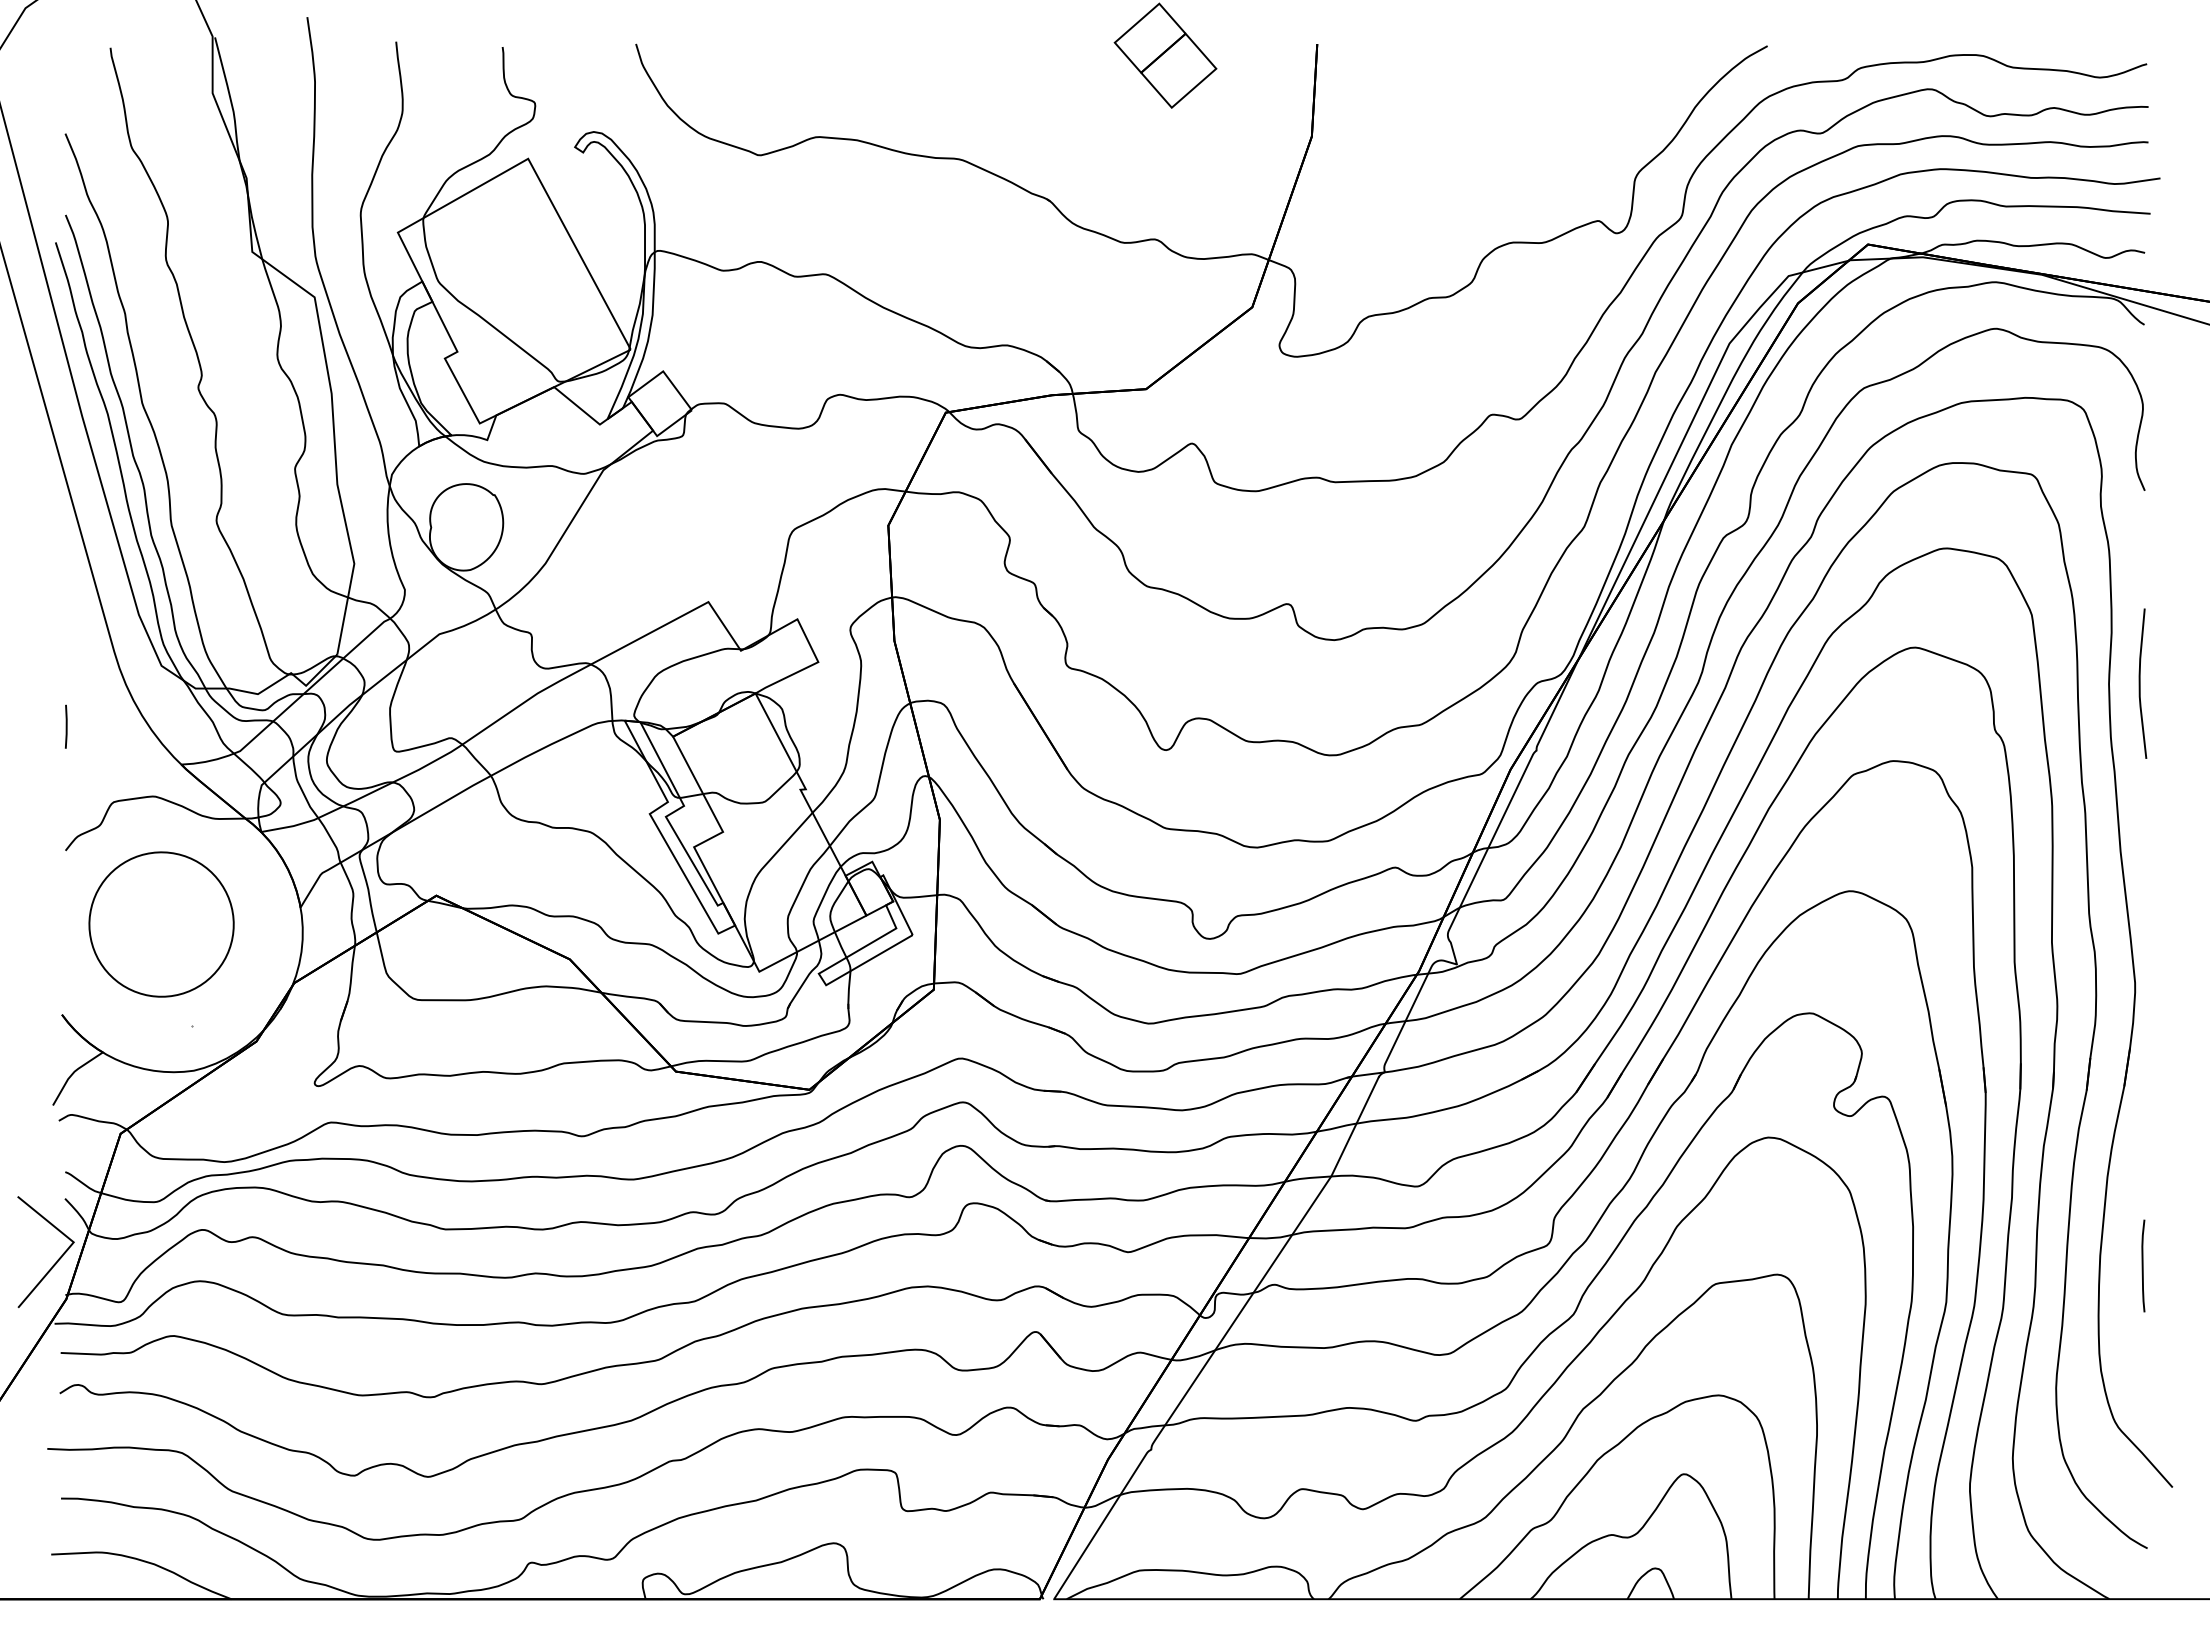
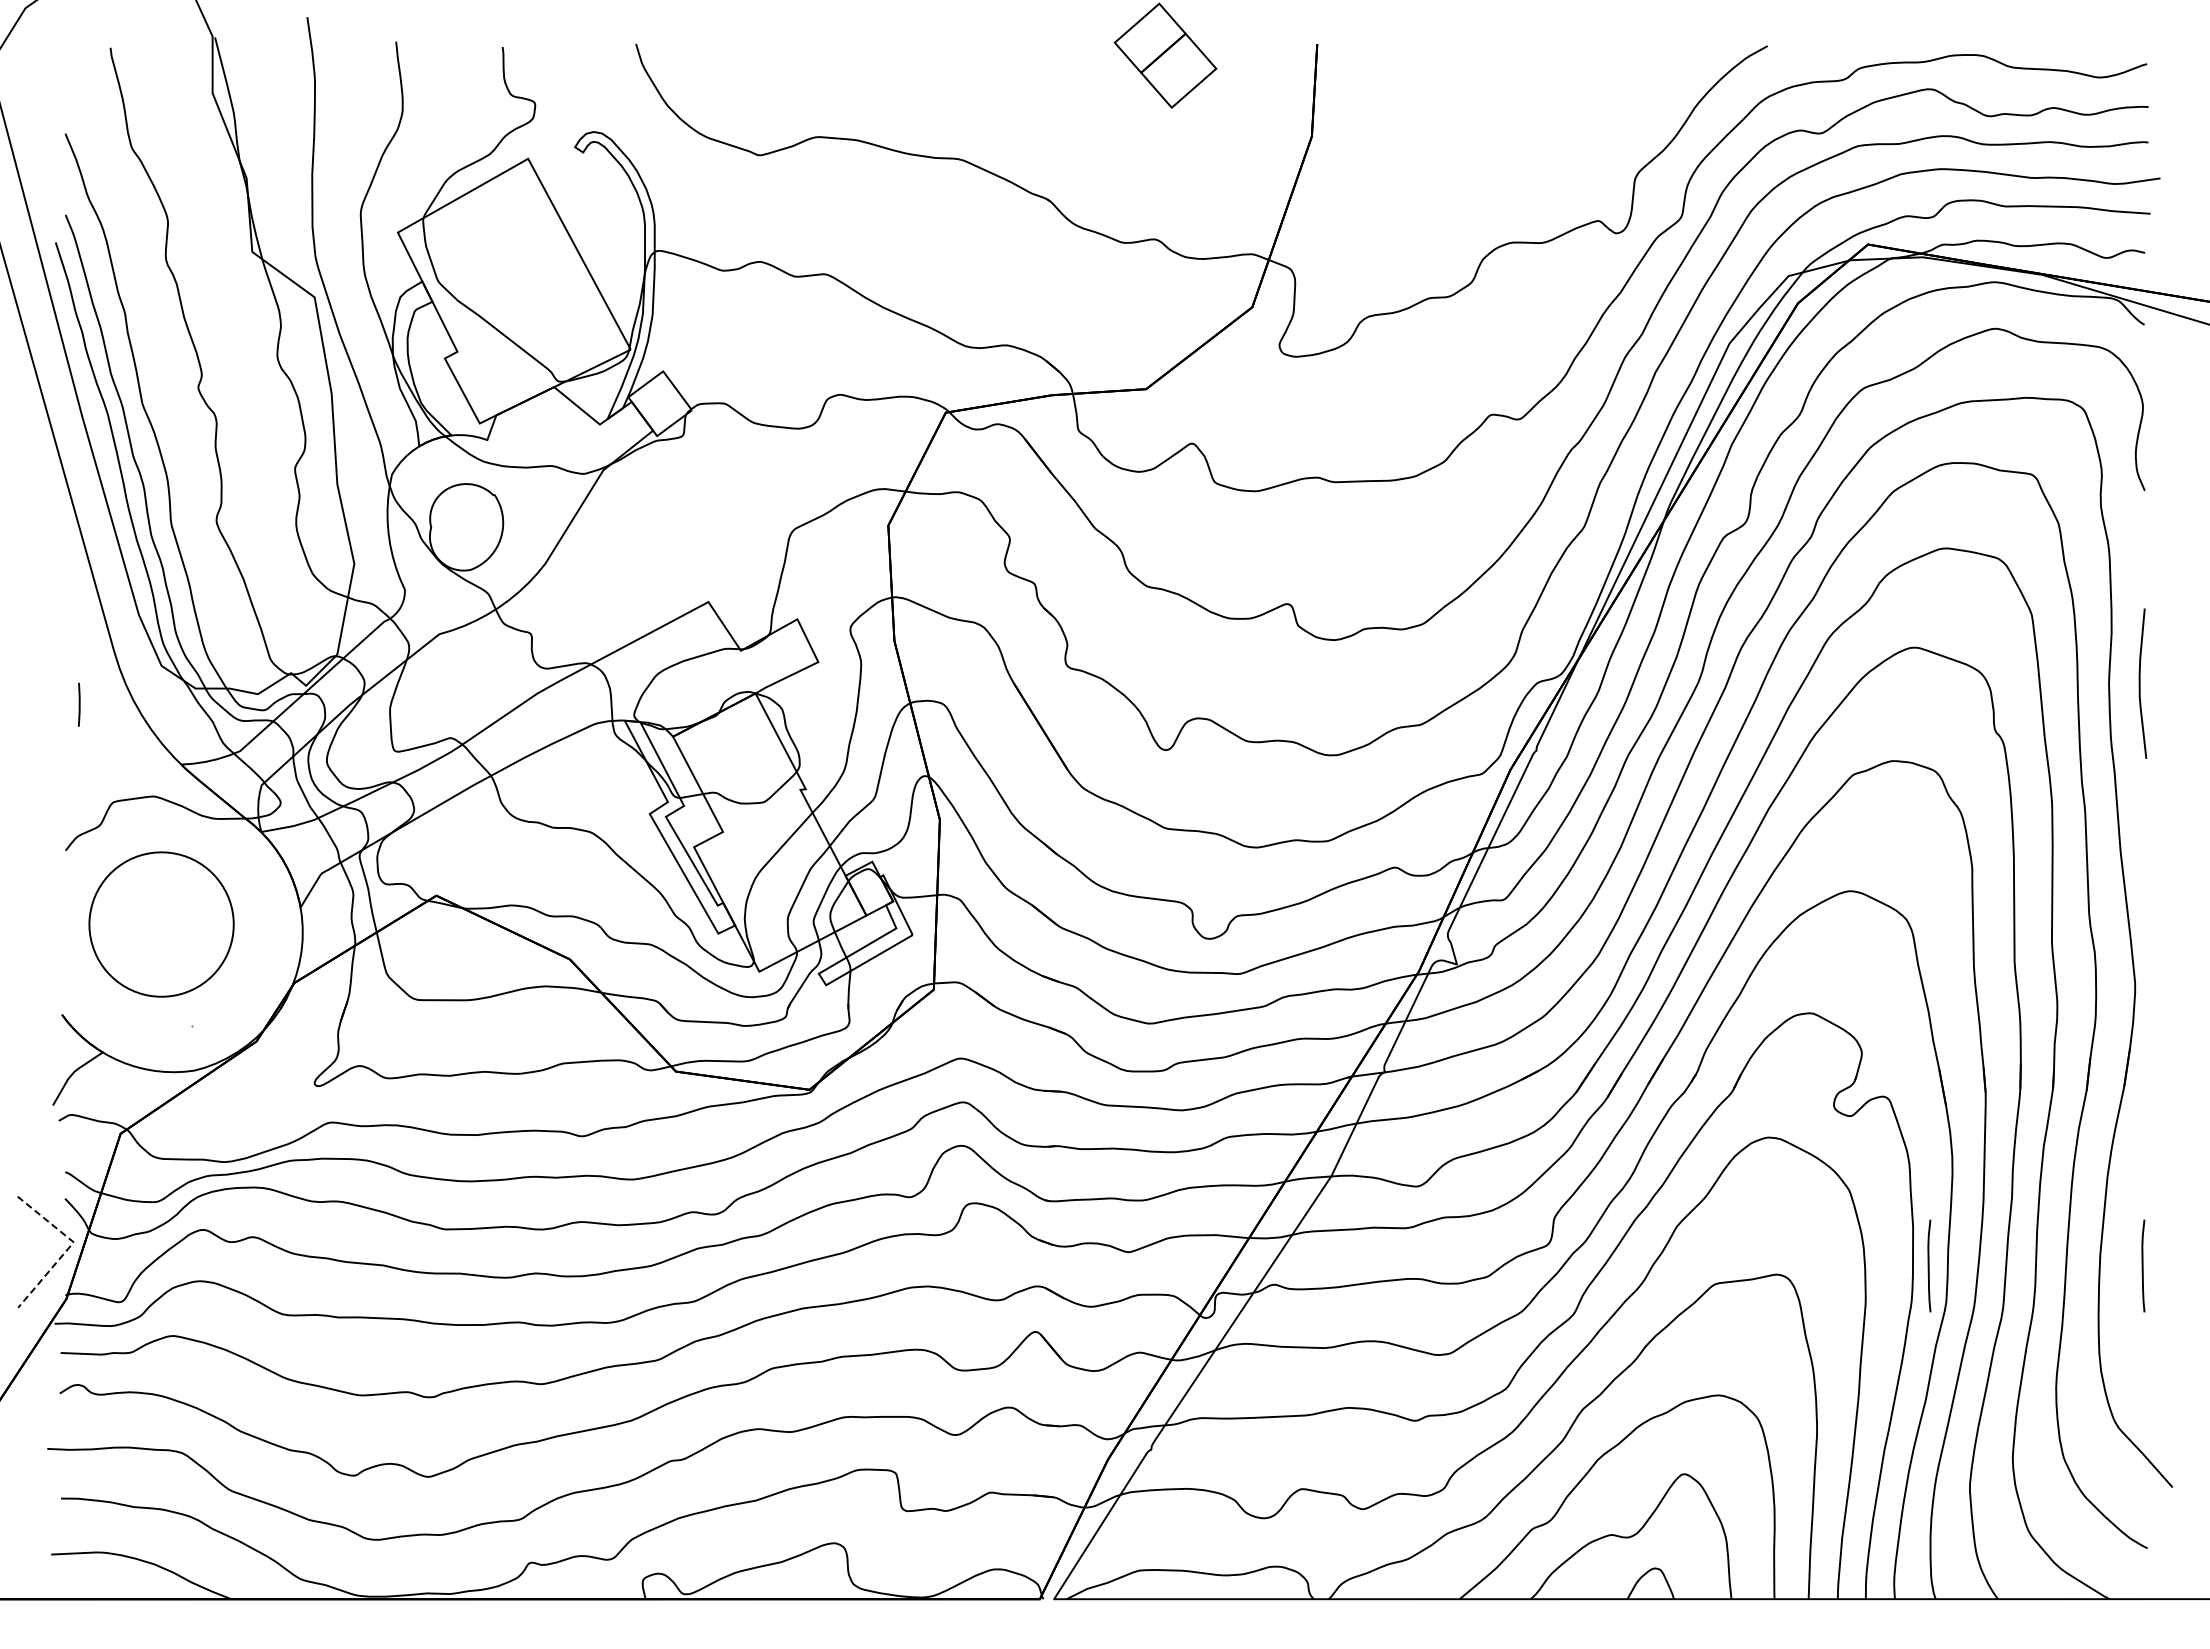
line at (66, 726) position: (66, 726) -> (79, 704)
line at (69, 1246): solid -> dashed
curve at (1929, 1265): none -> present
